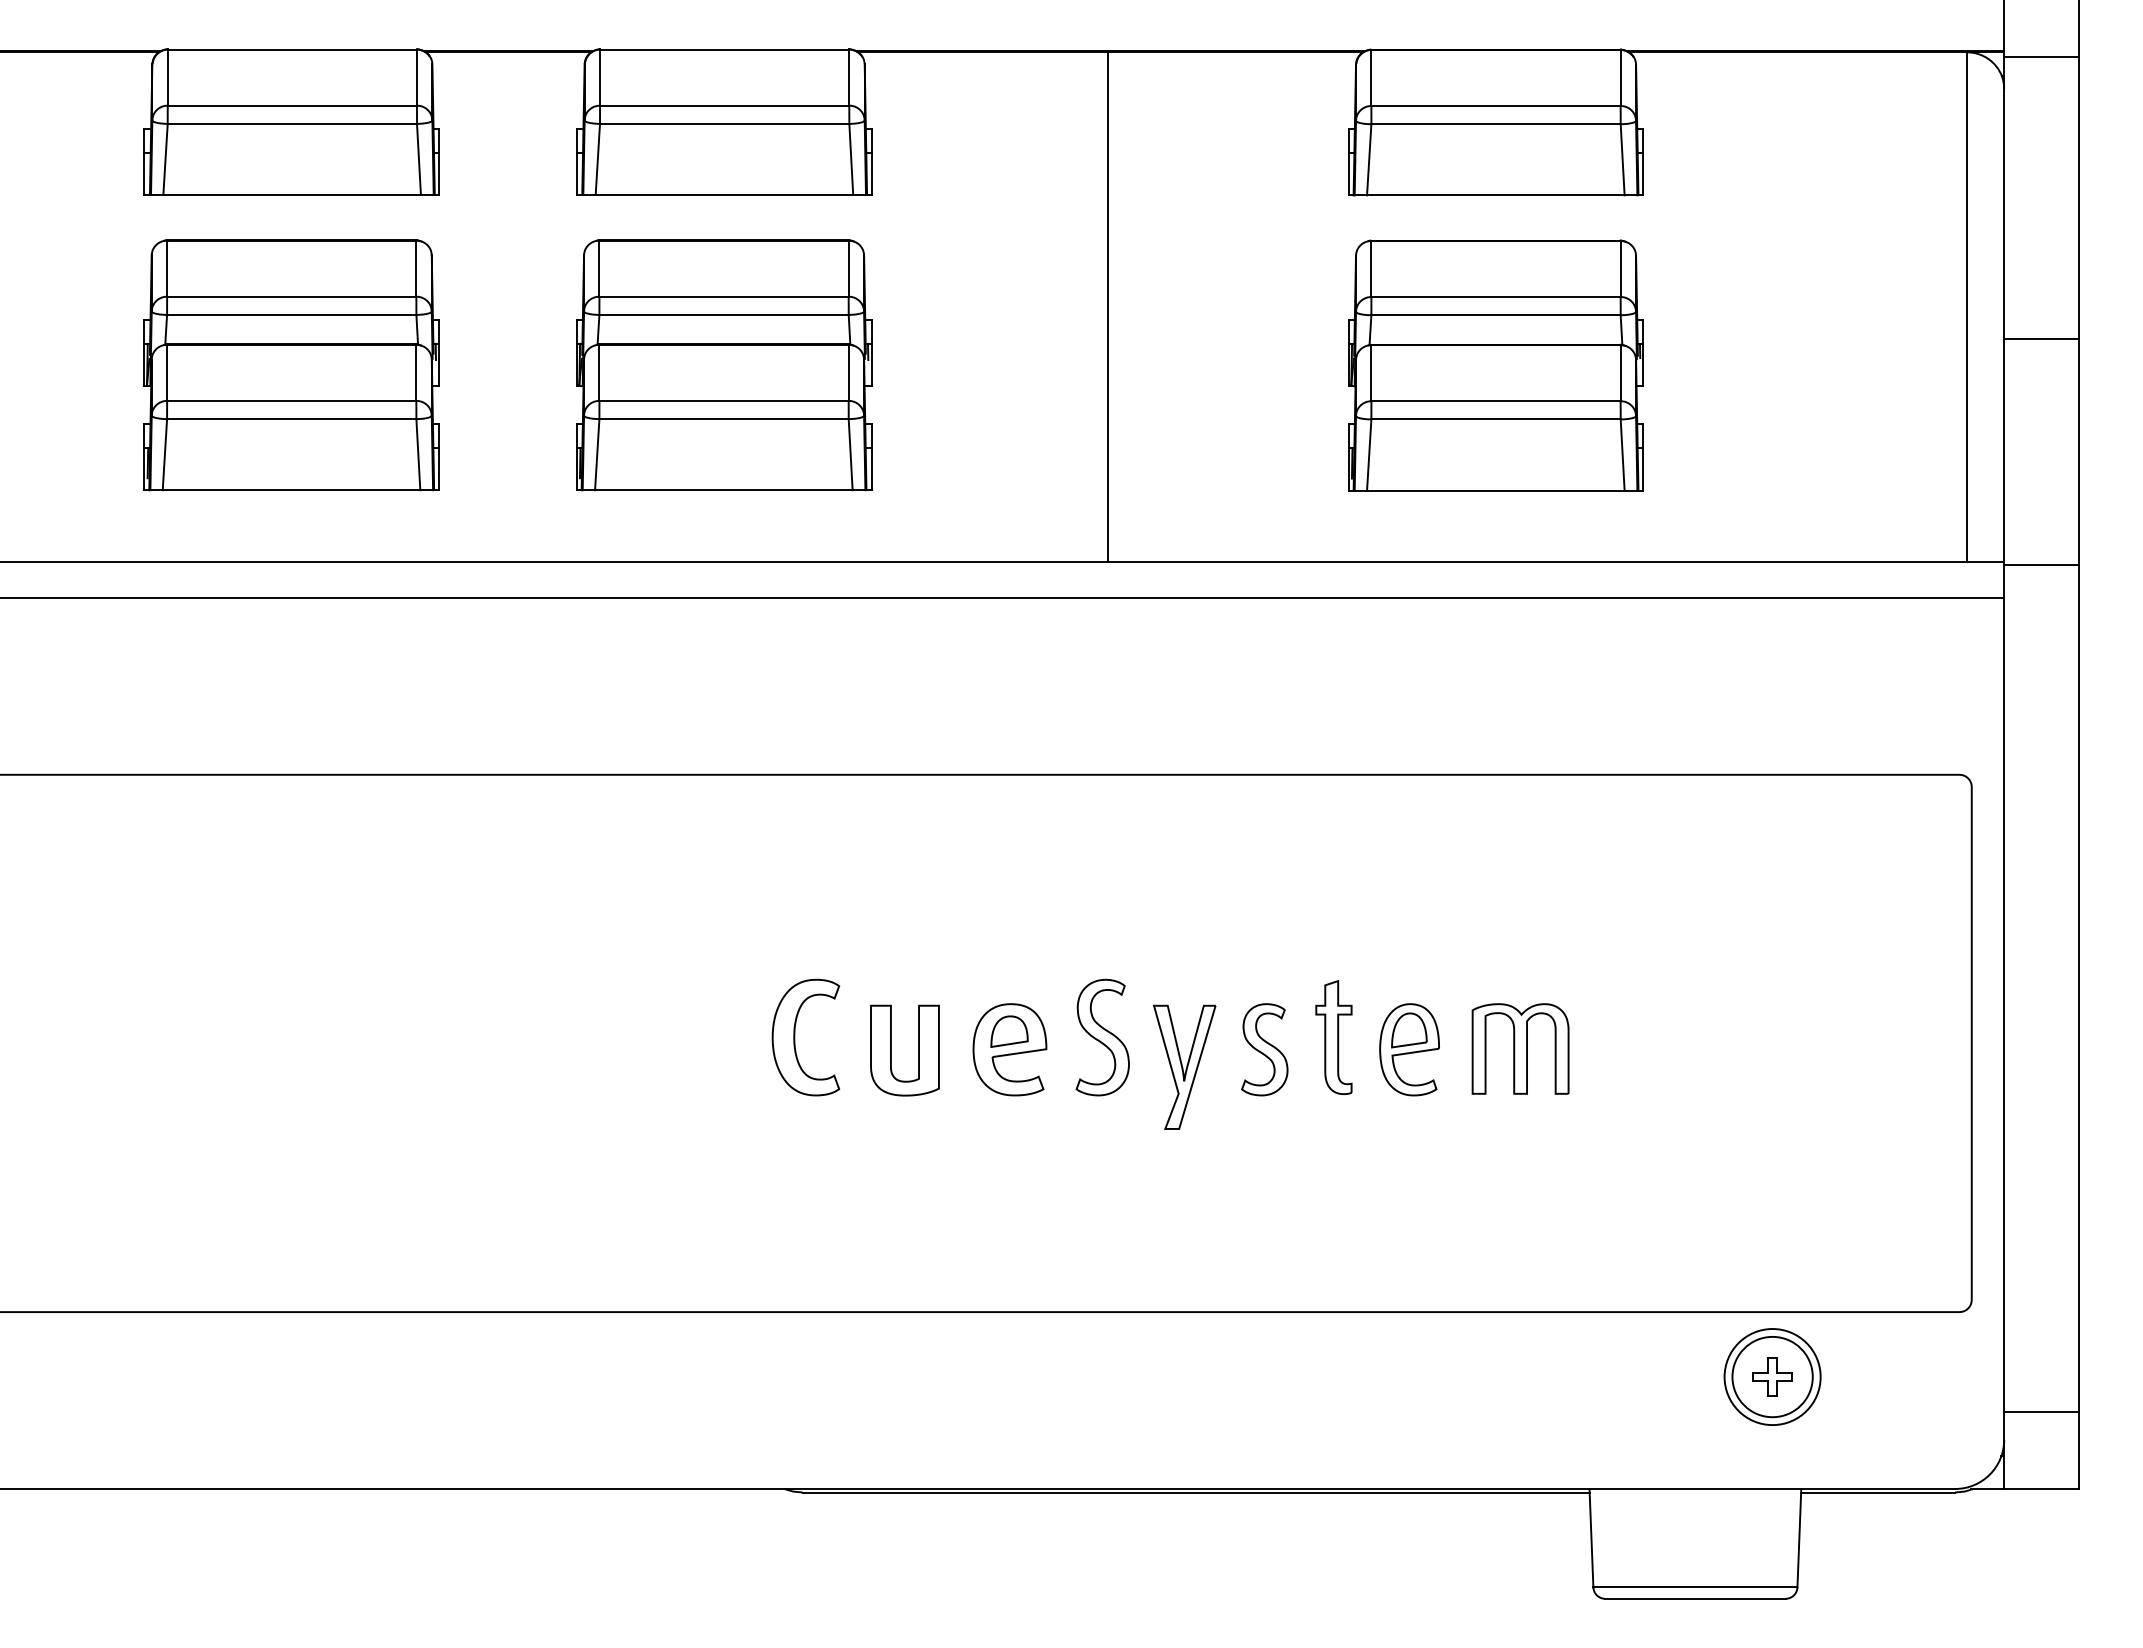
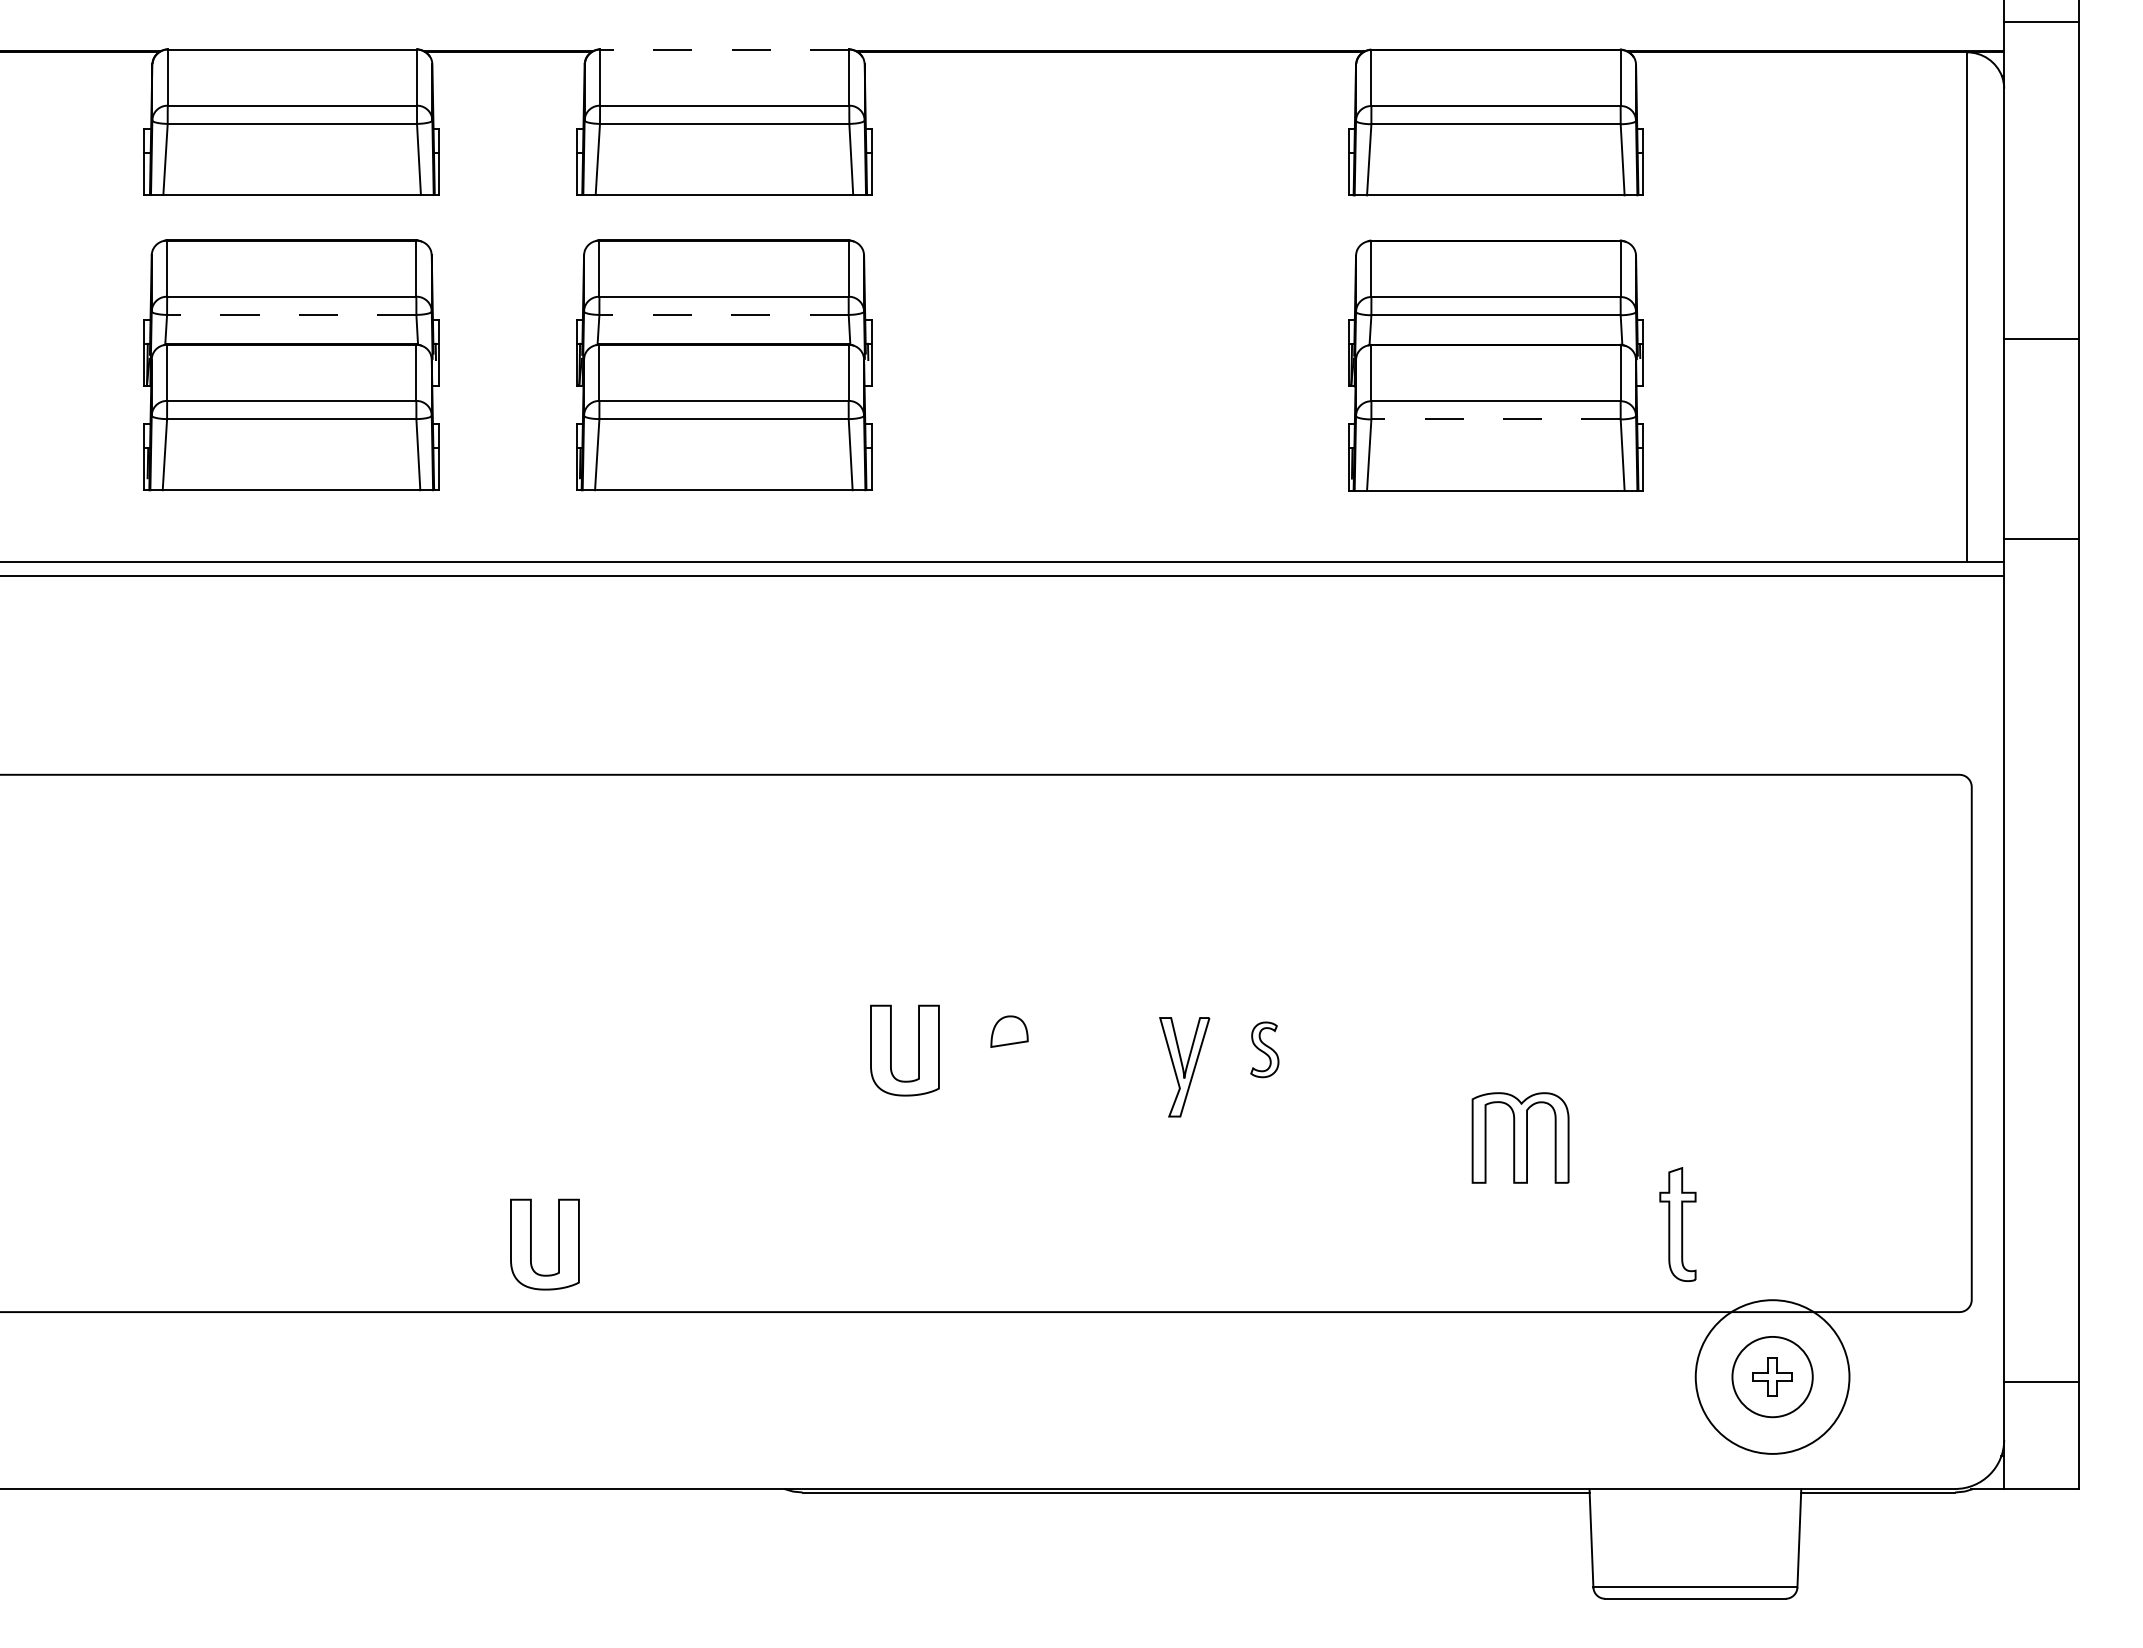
line at (724, 49): solid -> dashed
line at (2041, 56) position: (2041, 56) -> (2041, 21)
line at (1108, 306): present -> none
line at (291, 314): solid -> dashed
line at (724, 314): solid -> dashed
line at (1496, 419): solid -> dashed
line at (2041, 565) position: (2041, 565) -> (2041, 539)
line at (1003, 597) position: (1003, 597) -> (1003, 575)
part at (795, 1037): present -> none
part at (1102, 1037): present -> none
part at (1333, 1037) position: (1333, 1037) -> (1677, 1224)
part at (1520, 1048) position: (1520, 1048) -> (1520, 1137)
part at (1009, 1049): present -> none
part at (1264, 1049) size: 48x94 px -> 30x58 px
part at (1409, 1049): present -> none
part at (1184, 1066) size: 64x126 px -> 52x101 px
part at (531, 1244): none -> present
circle at (1772, 1377) diameter: 96 px -> 154 px
line at (2041, 1411) position: (2041, 1411) -> (2041, 1381)
